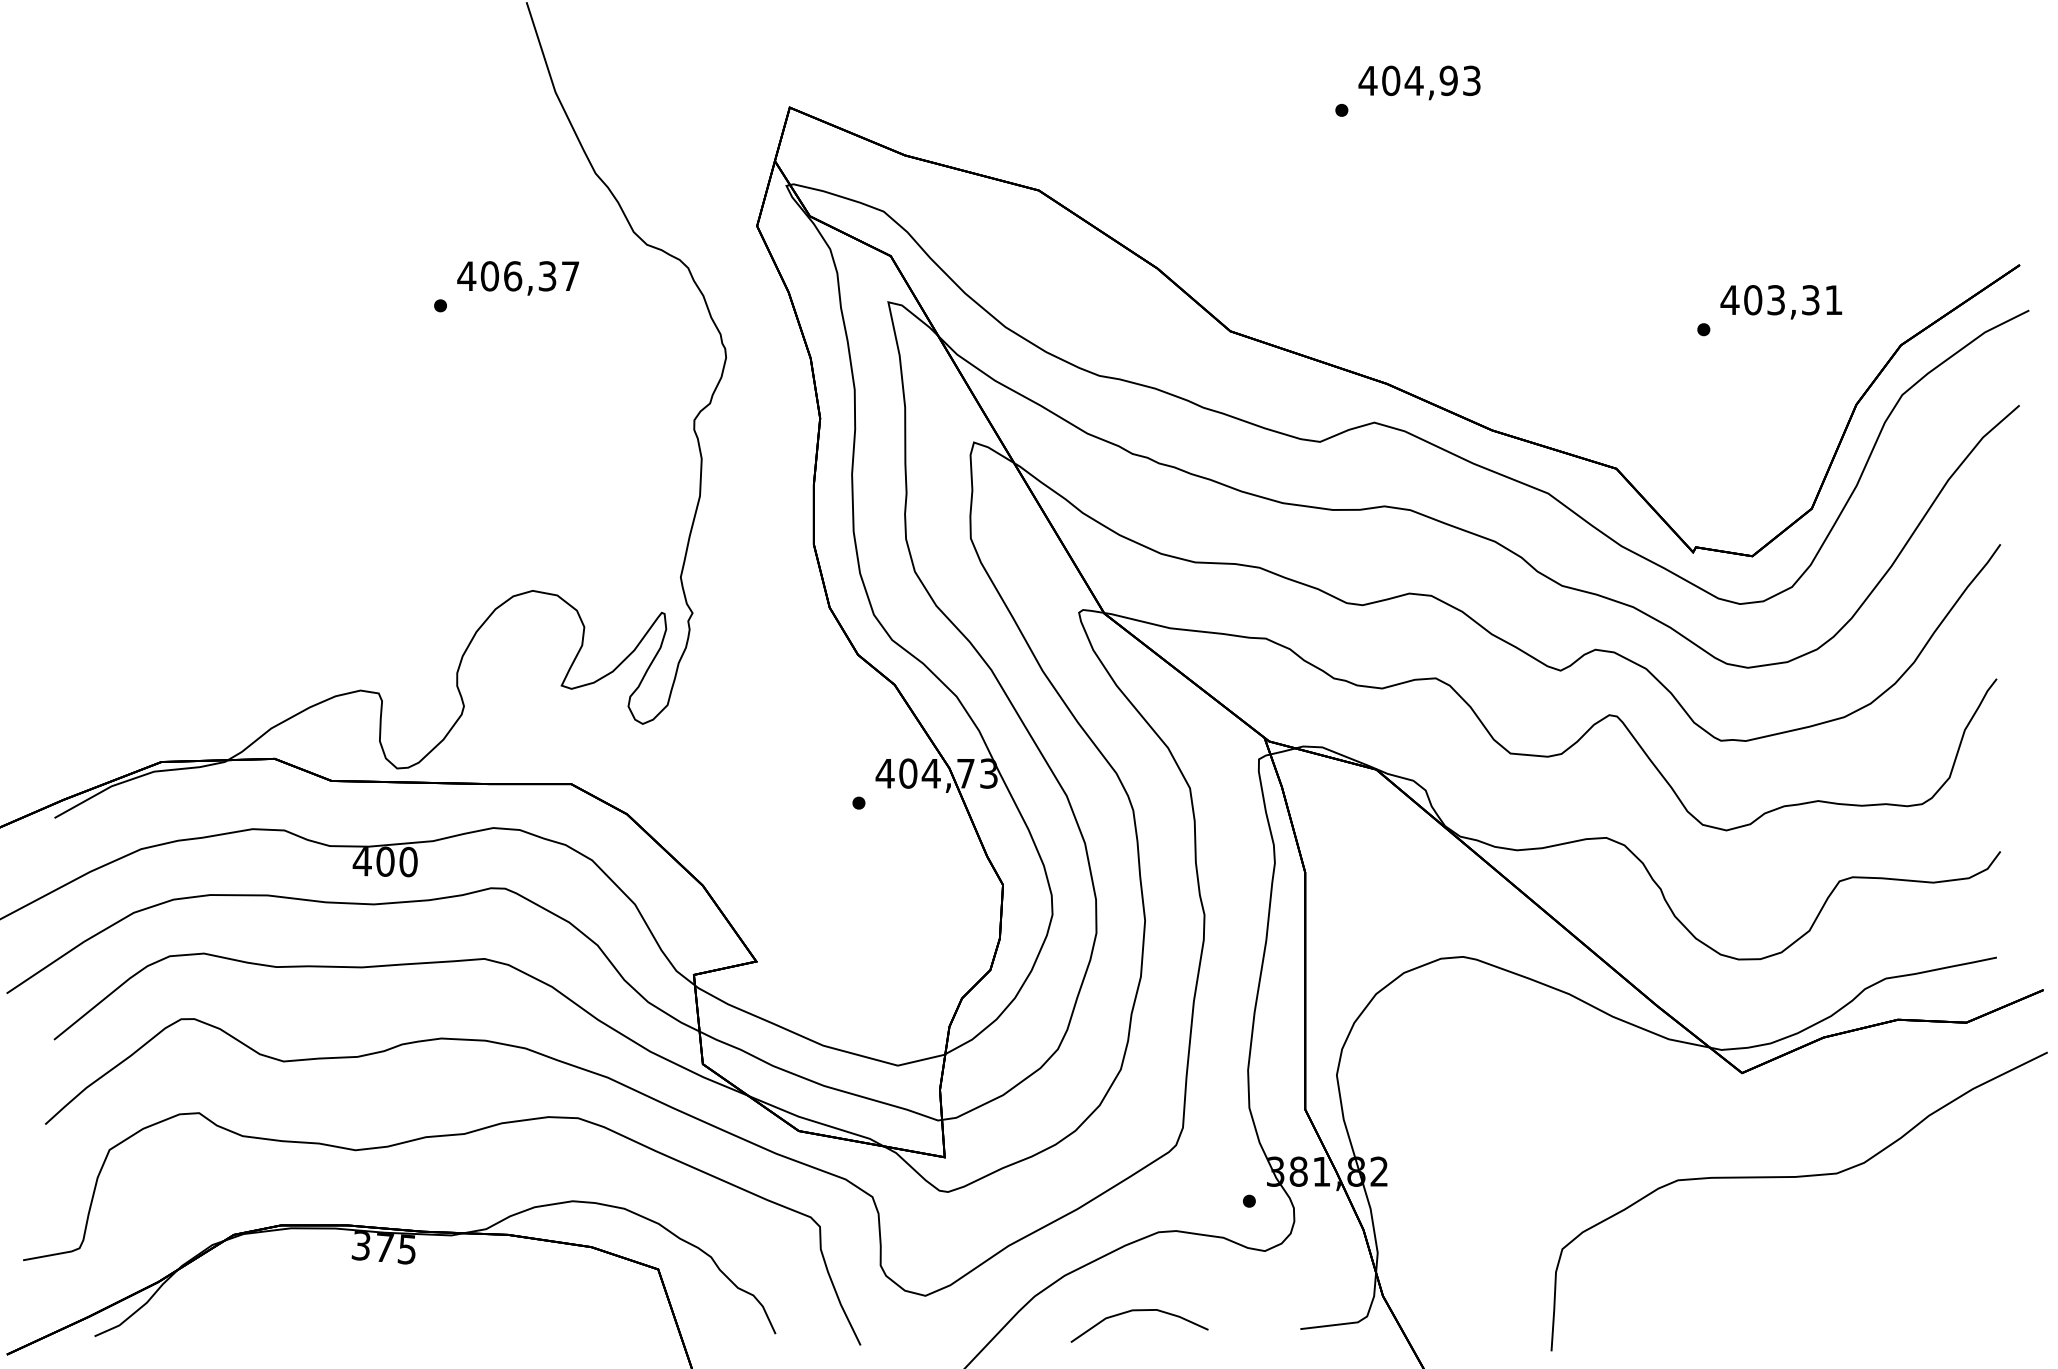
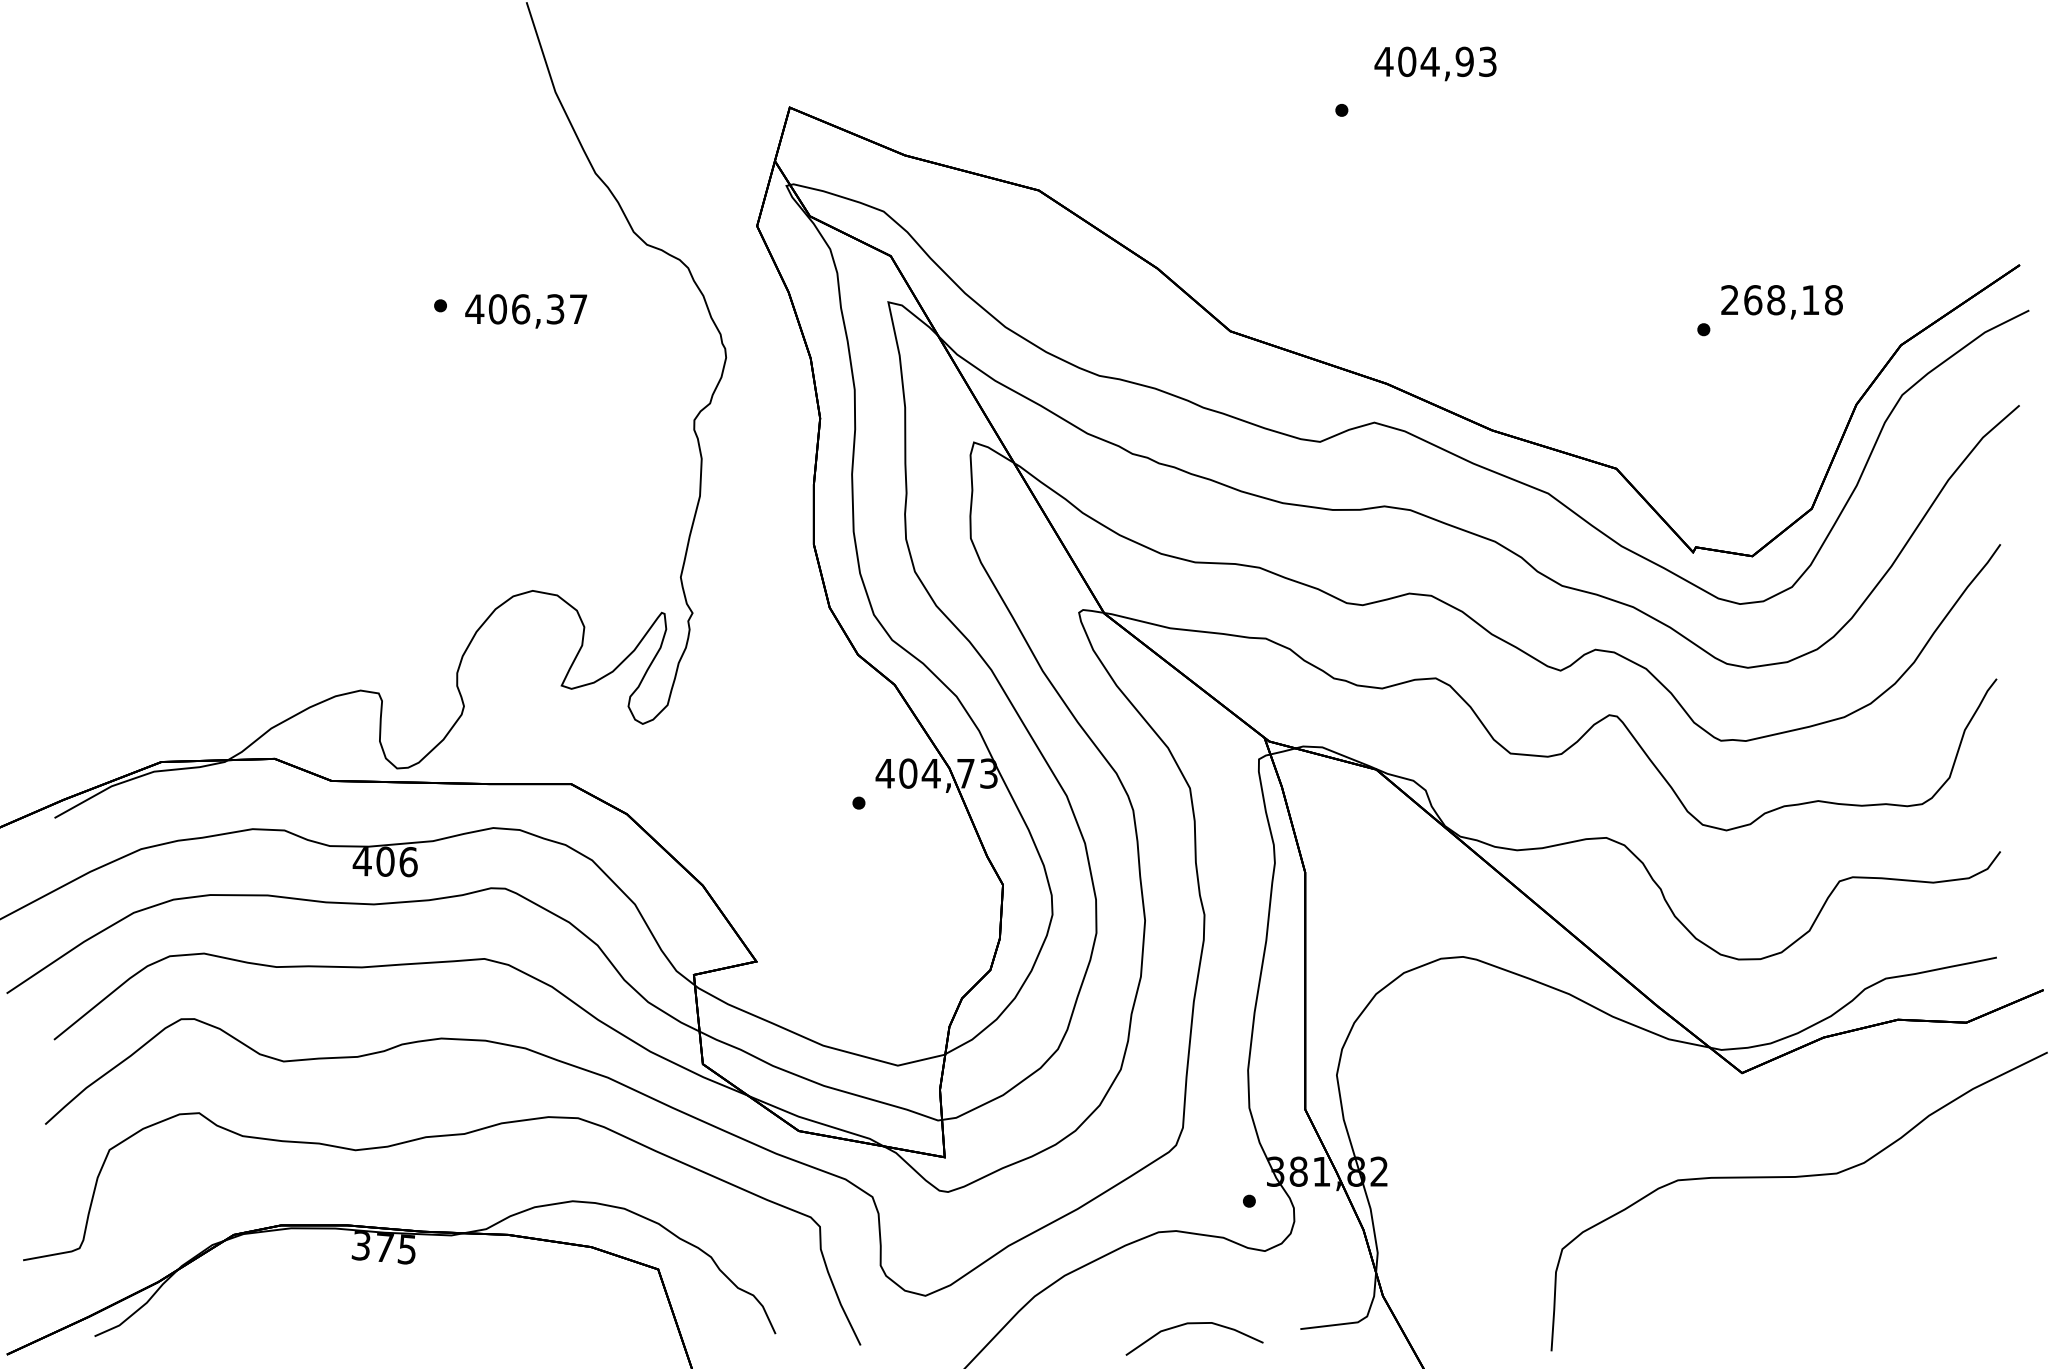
text at (1419, 82) position: (1419, 82) -> (1435, 63)
text at (518, 278) position: (518, 278) -> (526, 311)
text at (1781, 300): 403,31 -> 268,18
text at (408, 861): 400 -> 406
curve at (1139, 1311) position: (1139, 1311) -> (1194, 1324)
